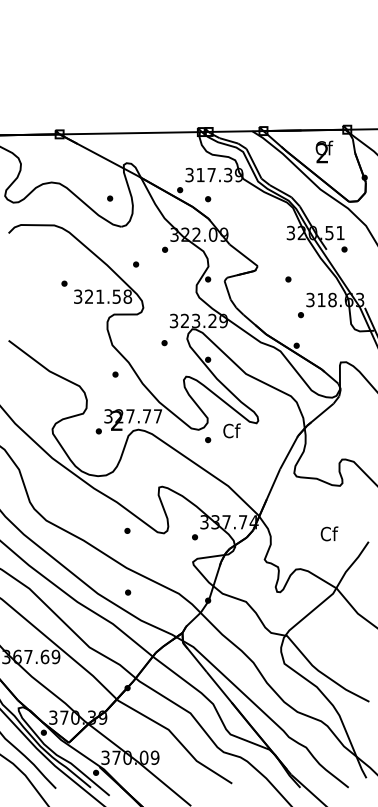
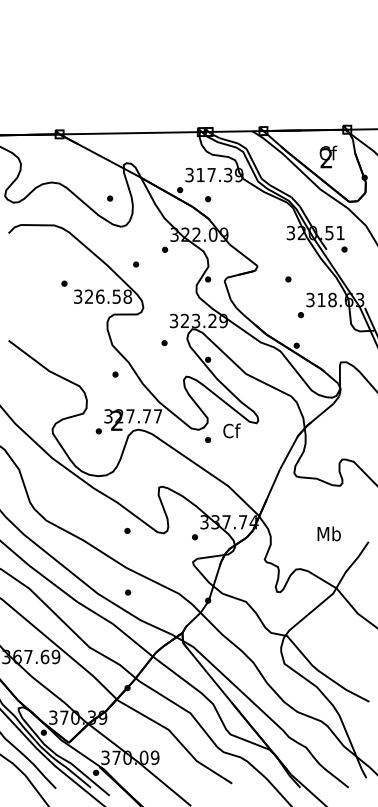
text at (324, 151) position: (324, 151) -> (328, 156)
text at (100, 296): 321.58 -> 326.58
text at (328, 533): Cf -> Mb
